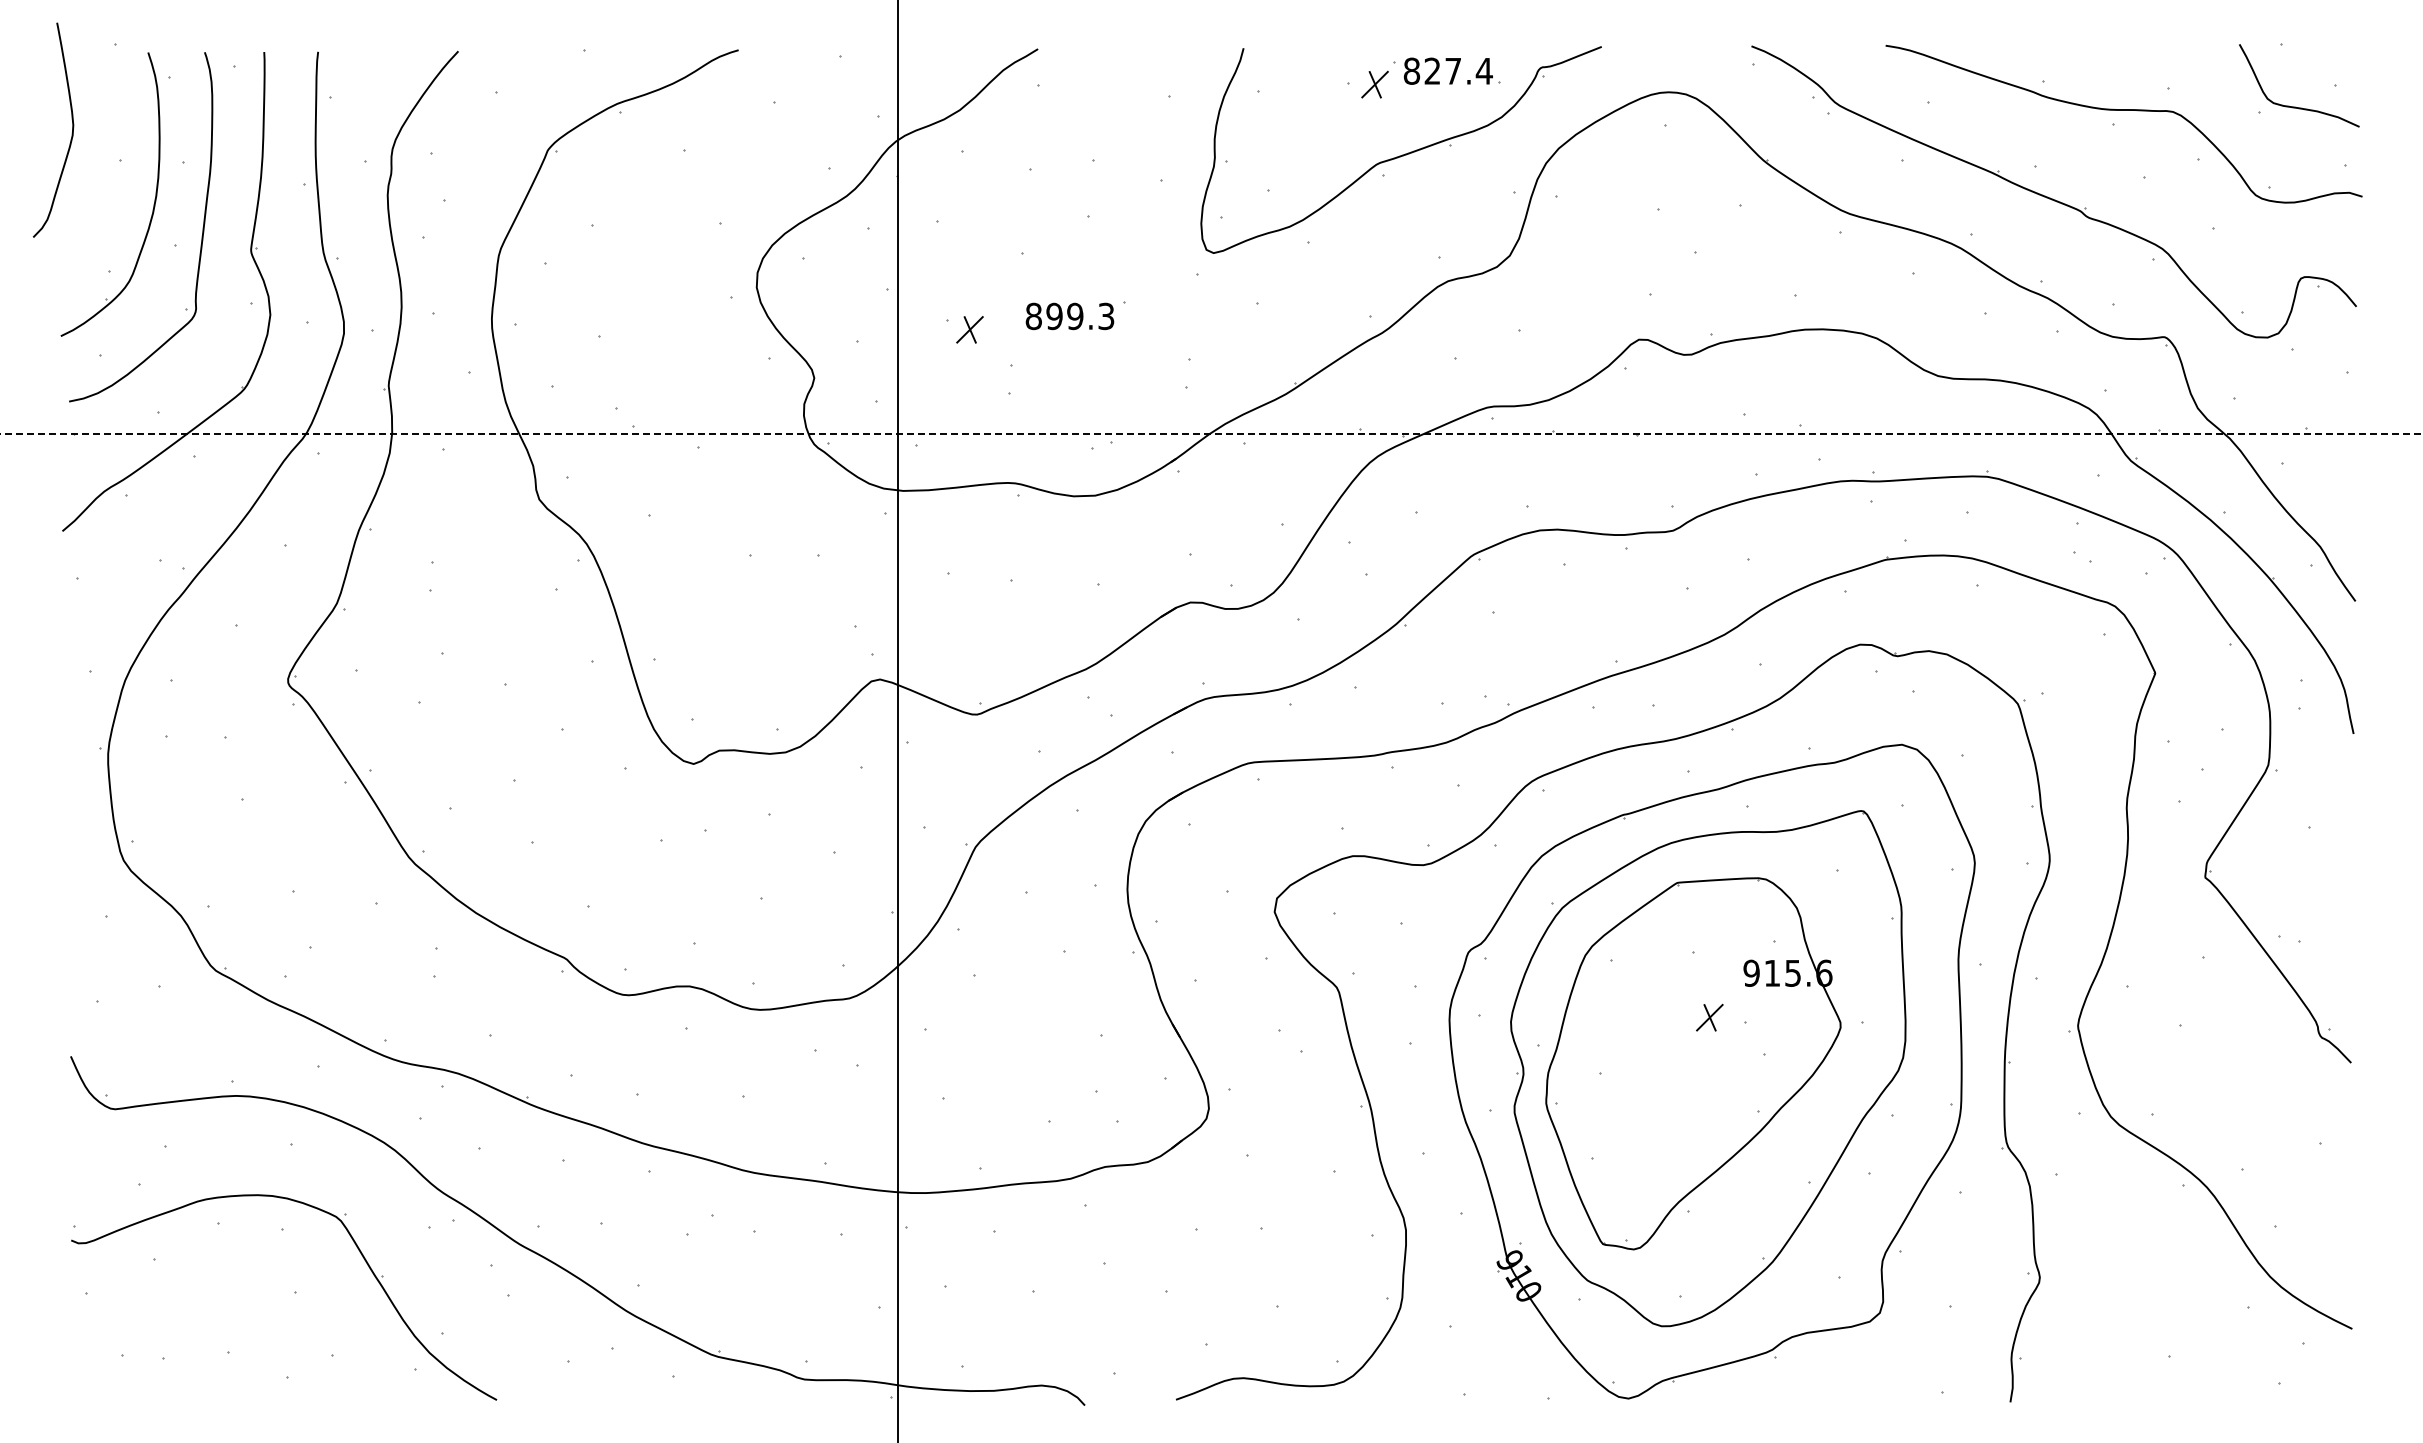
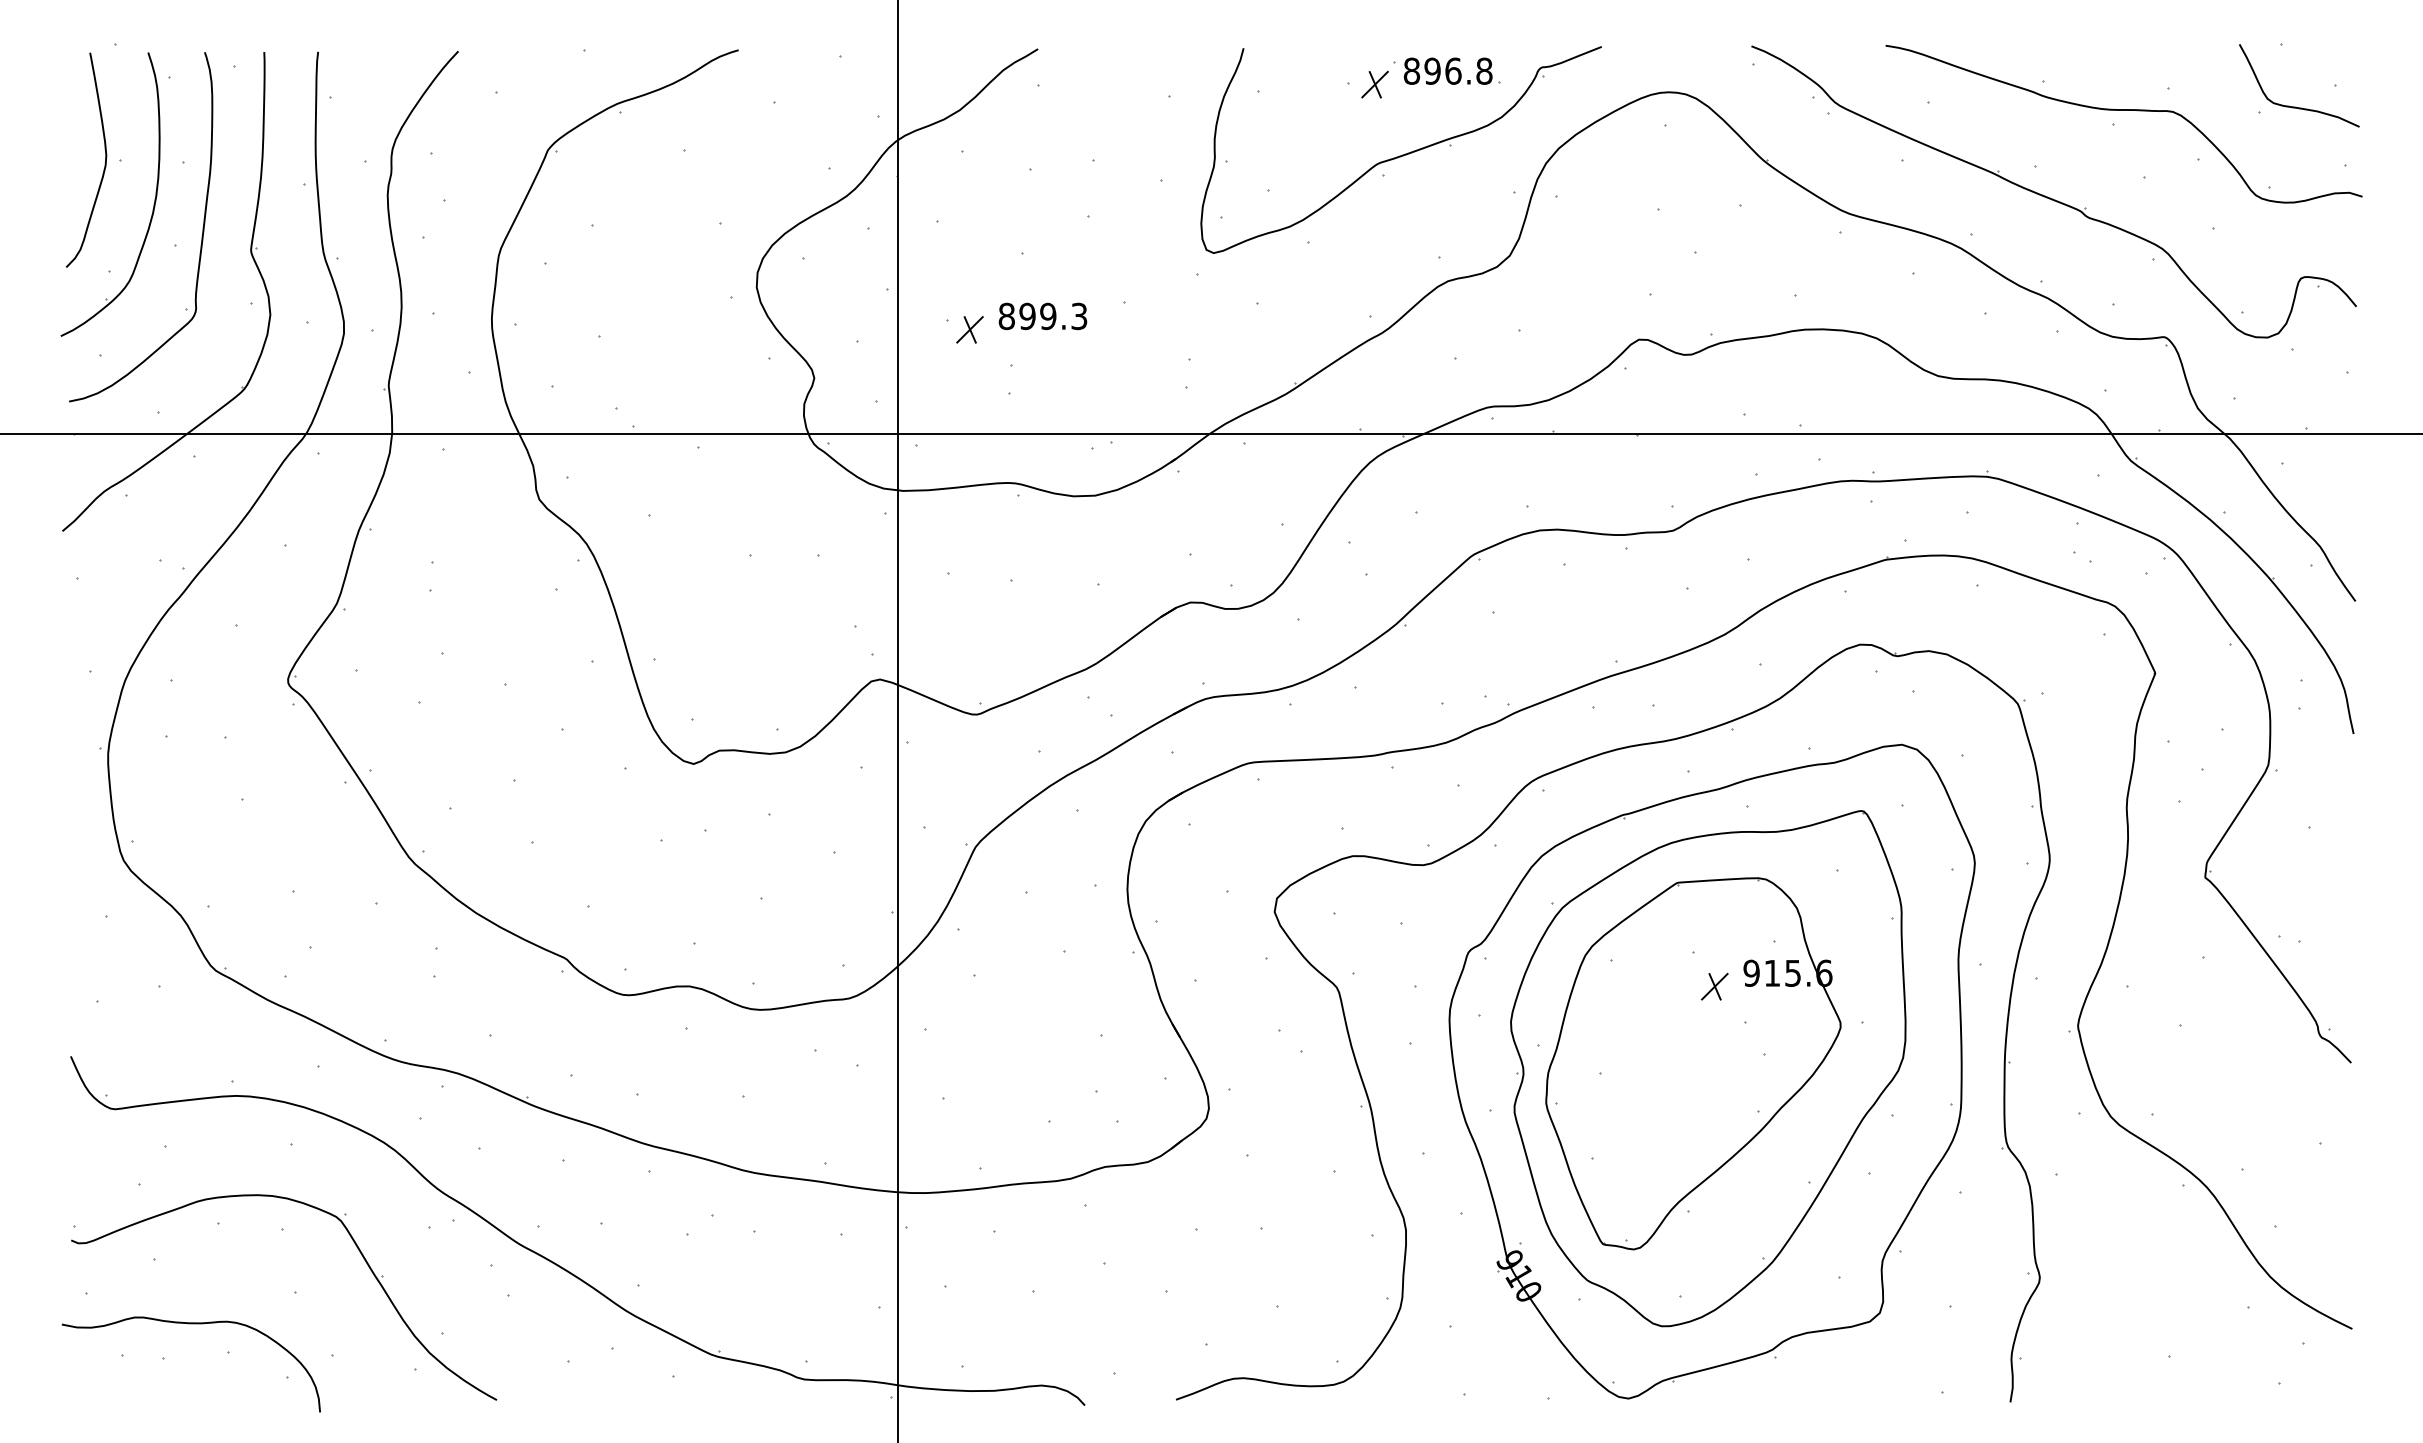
text at (1458, 70): 827.4 -> 896.8
curve at (71, 133) position: (71, 133) -> (104, 163)
part at (1069, 316) position: (1069, 316) -> (1042, 316)
line at (1212, 433): dashed -> solid
part at (1709, 1017) position: (1709, 1017) -> (1714, 986)
curve at (190, 1324): none -> present
